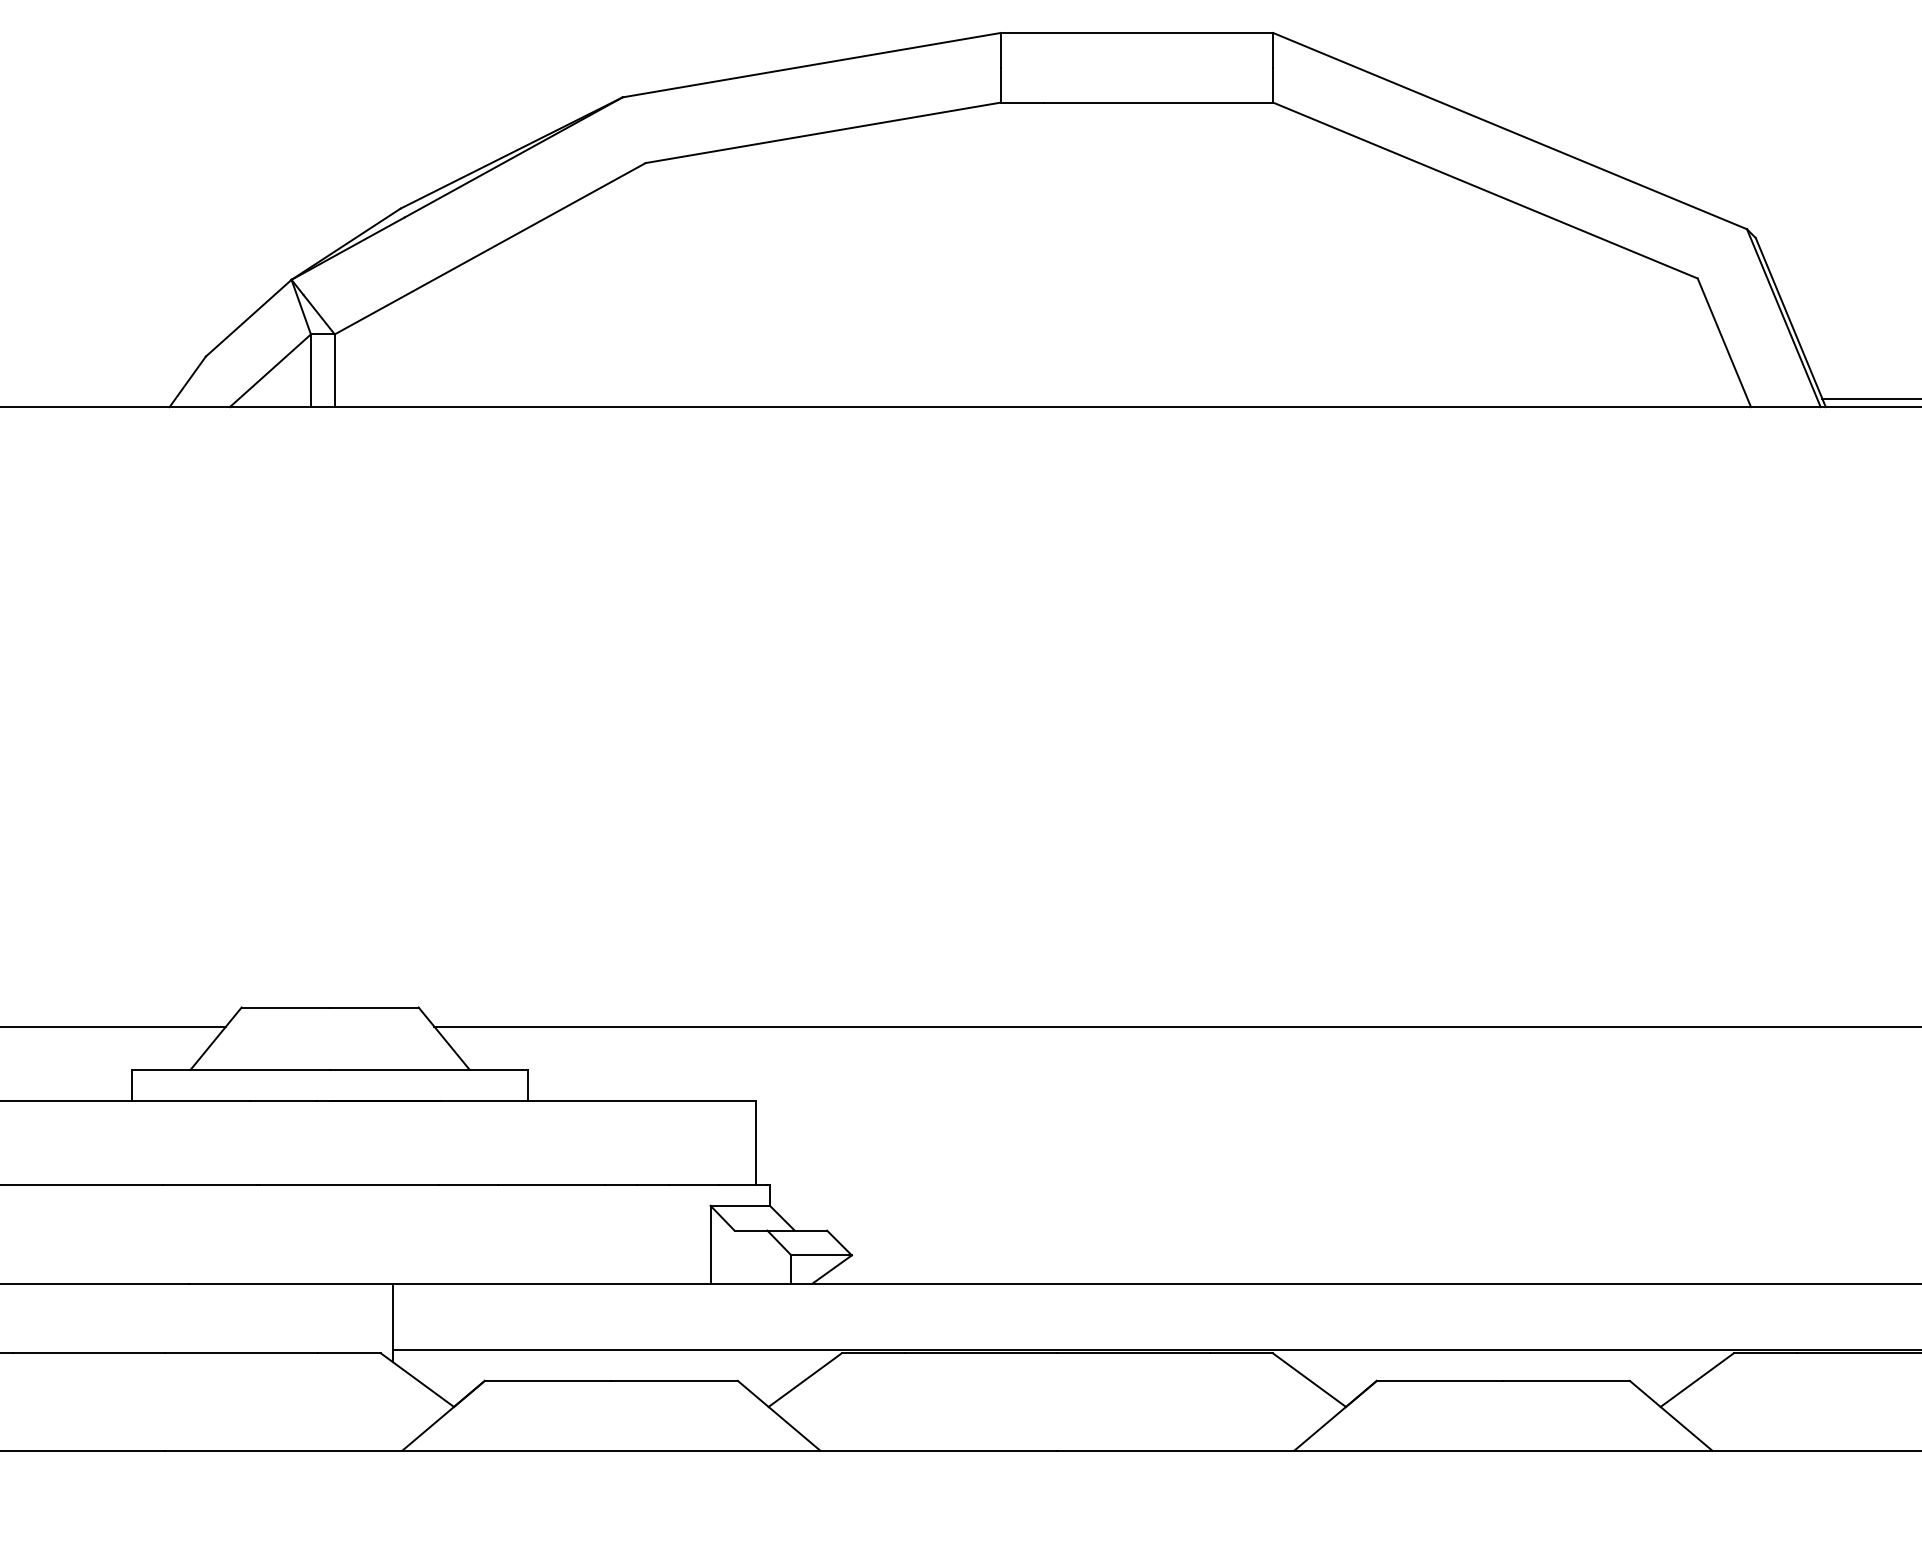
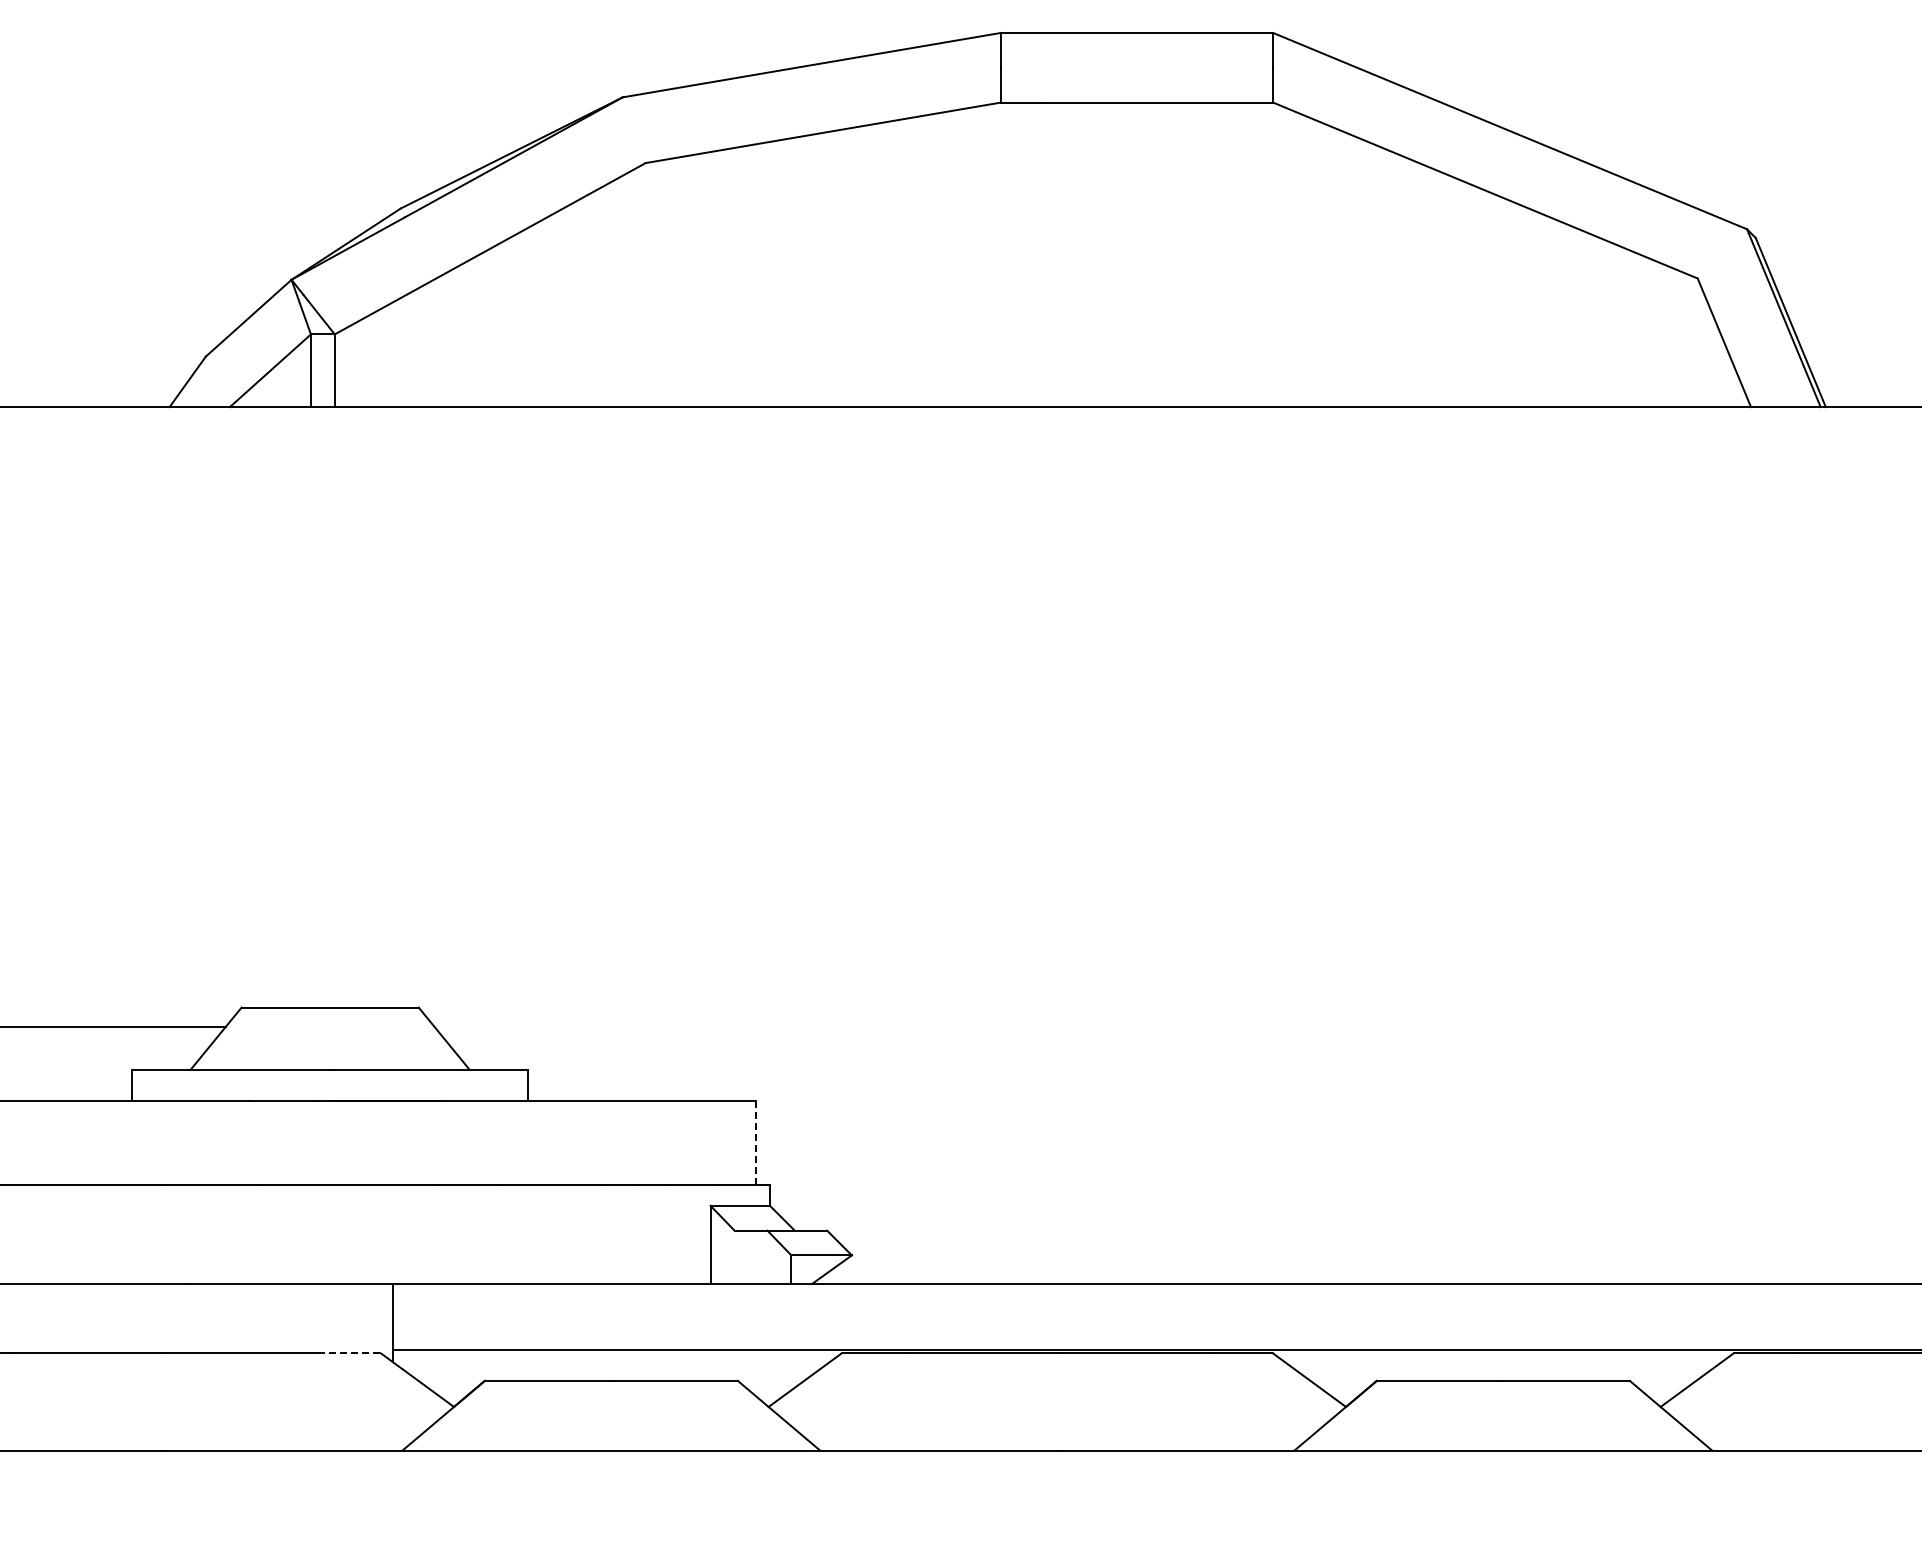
line at (1870, 398): present -> none
line at (1176, 1026): present -> none
line at (756, 1142): solid -> dashed
line at (349, 1353): solid -> dashed
